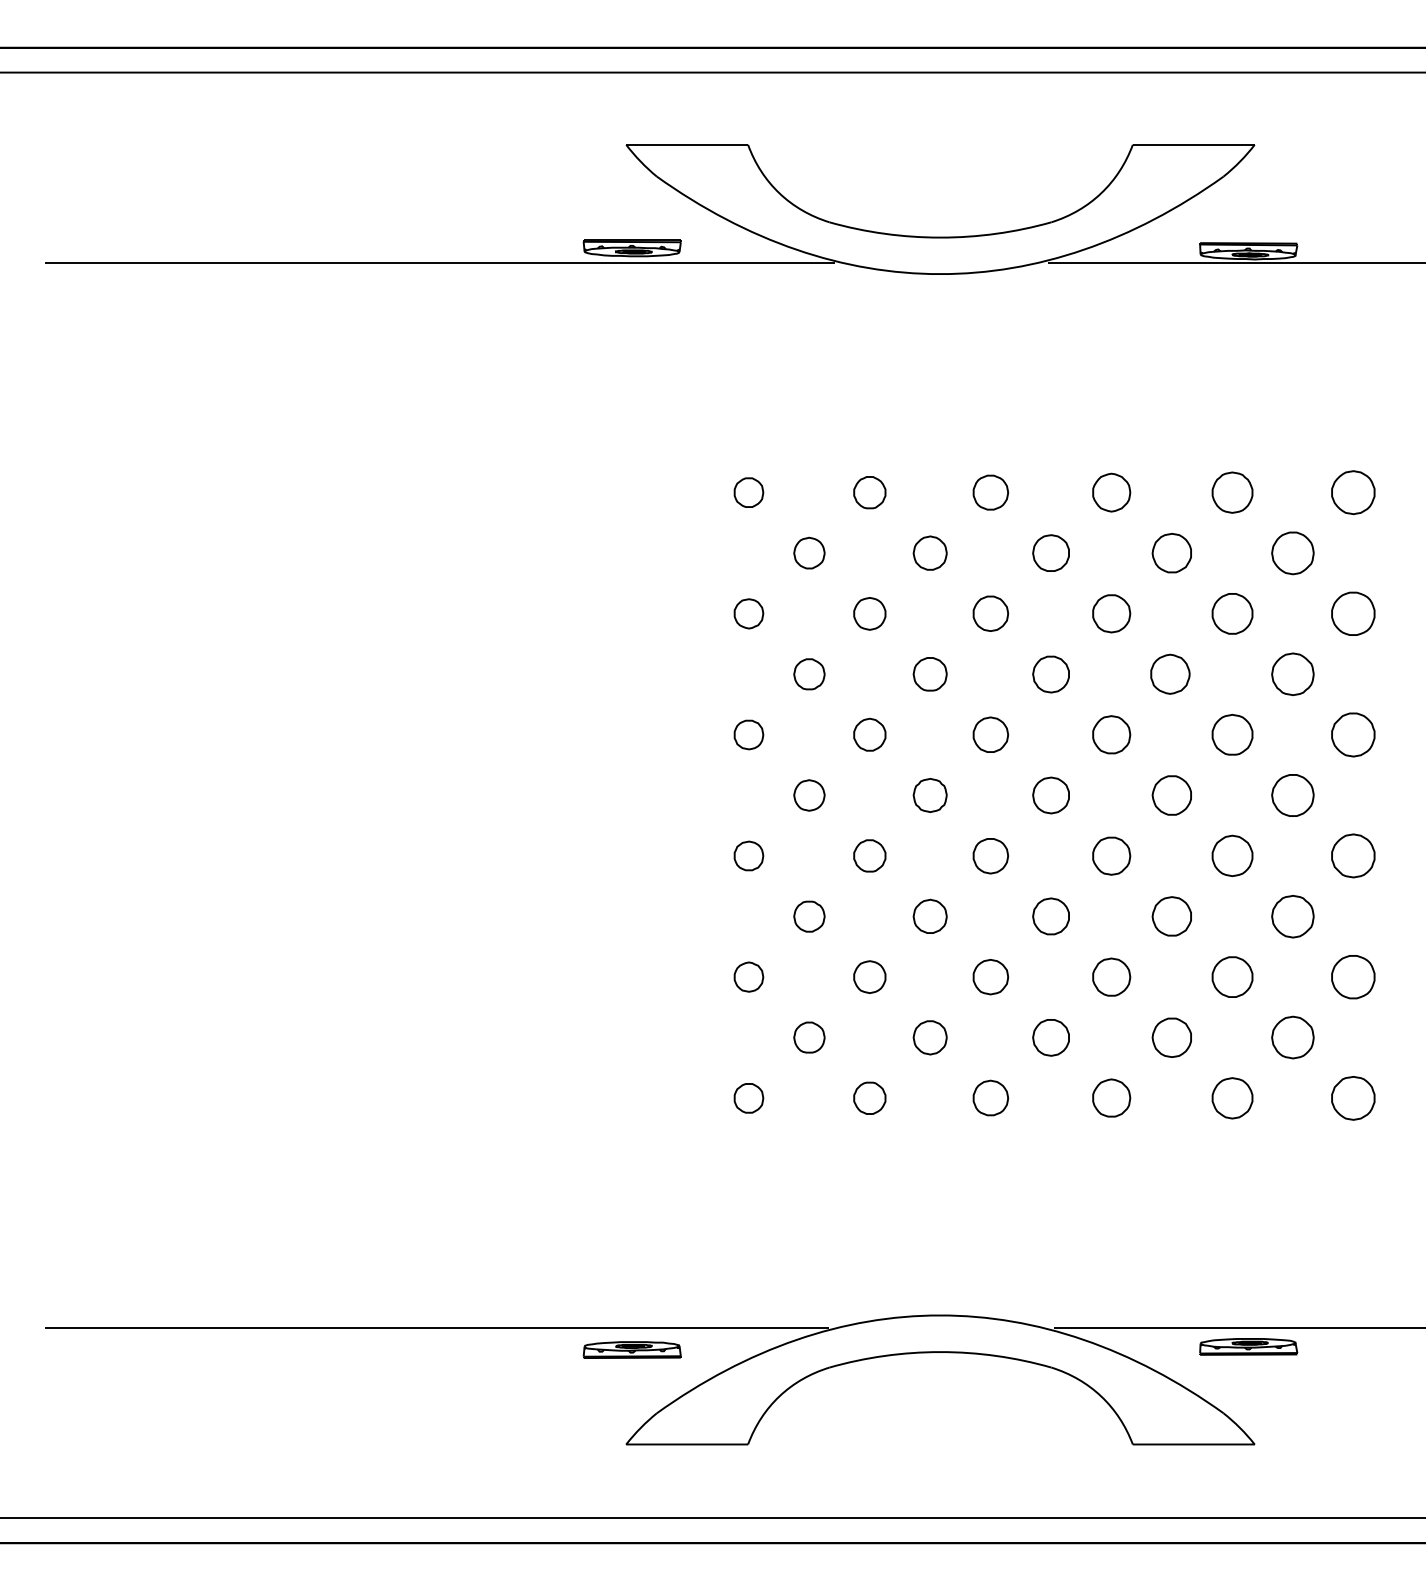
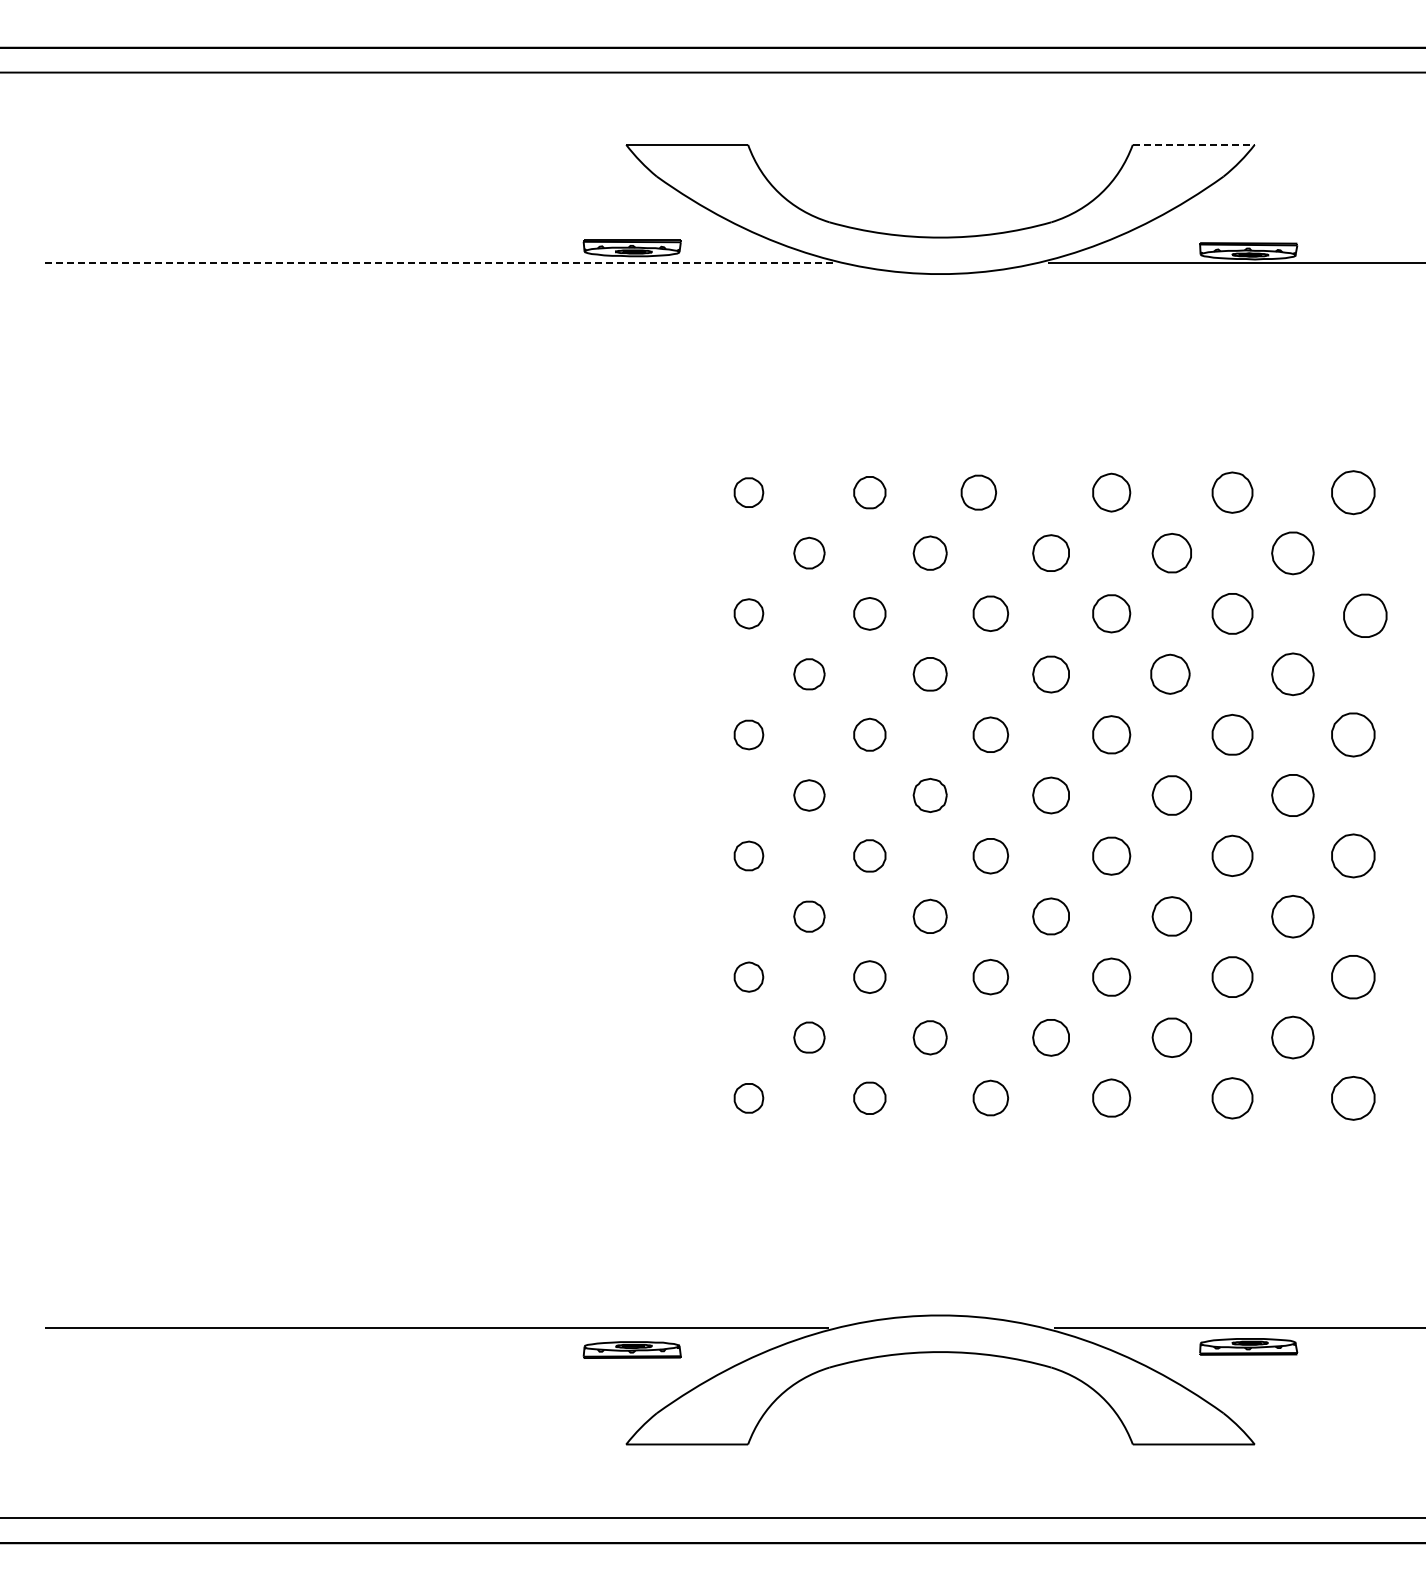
line at (1193, 144): solid -> dashed
line at (440, 263): solid -> dashed
part at (990, 492) position: (990, 492) -> (978, 492)
part at (1353, 613) position: (1353, 613) -> (1365, 615)
